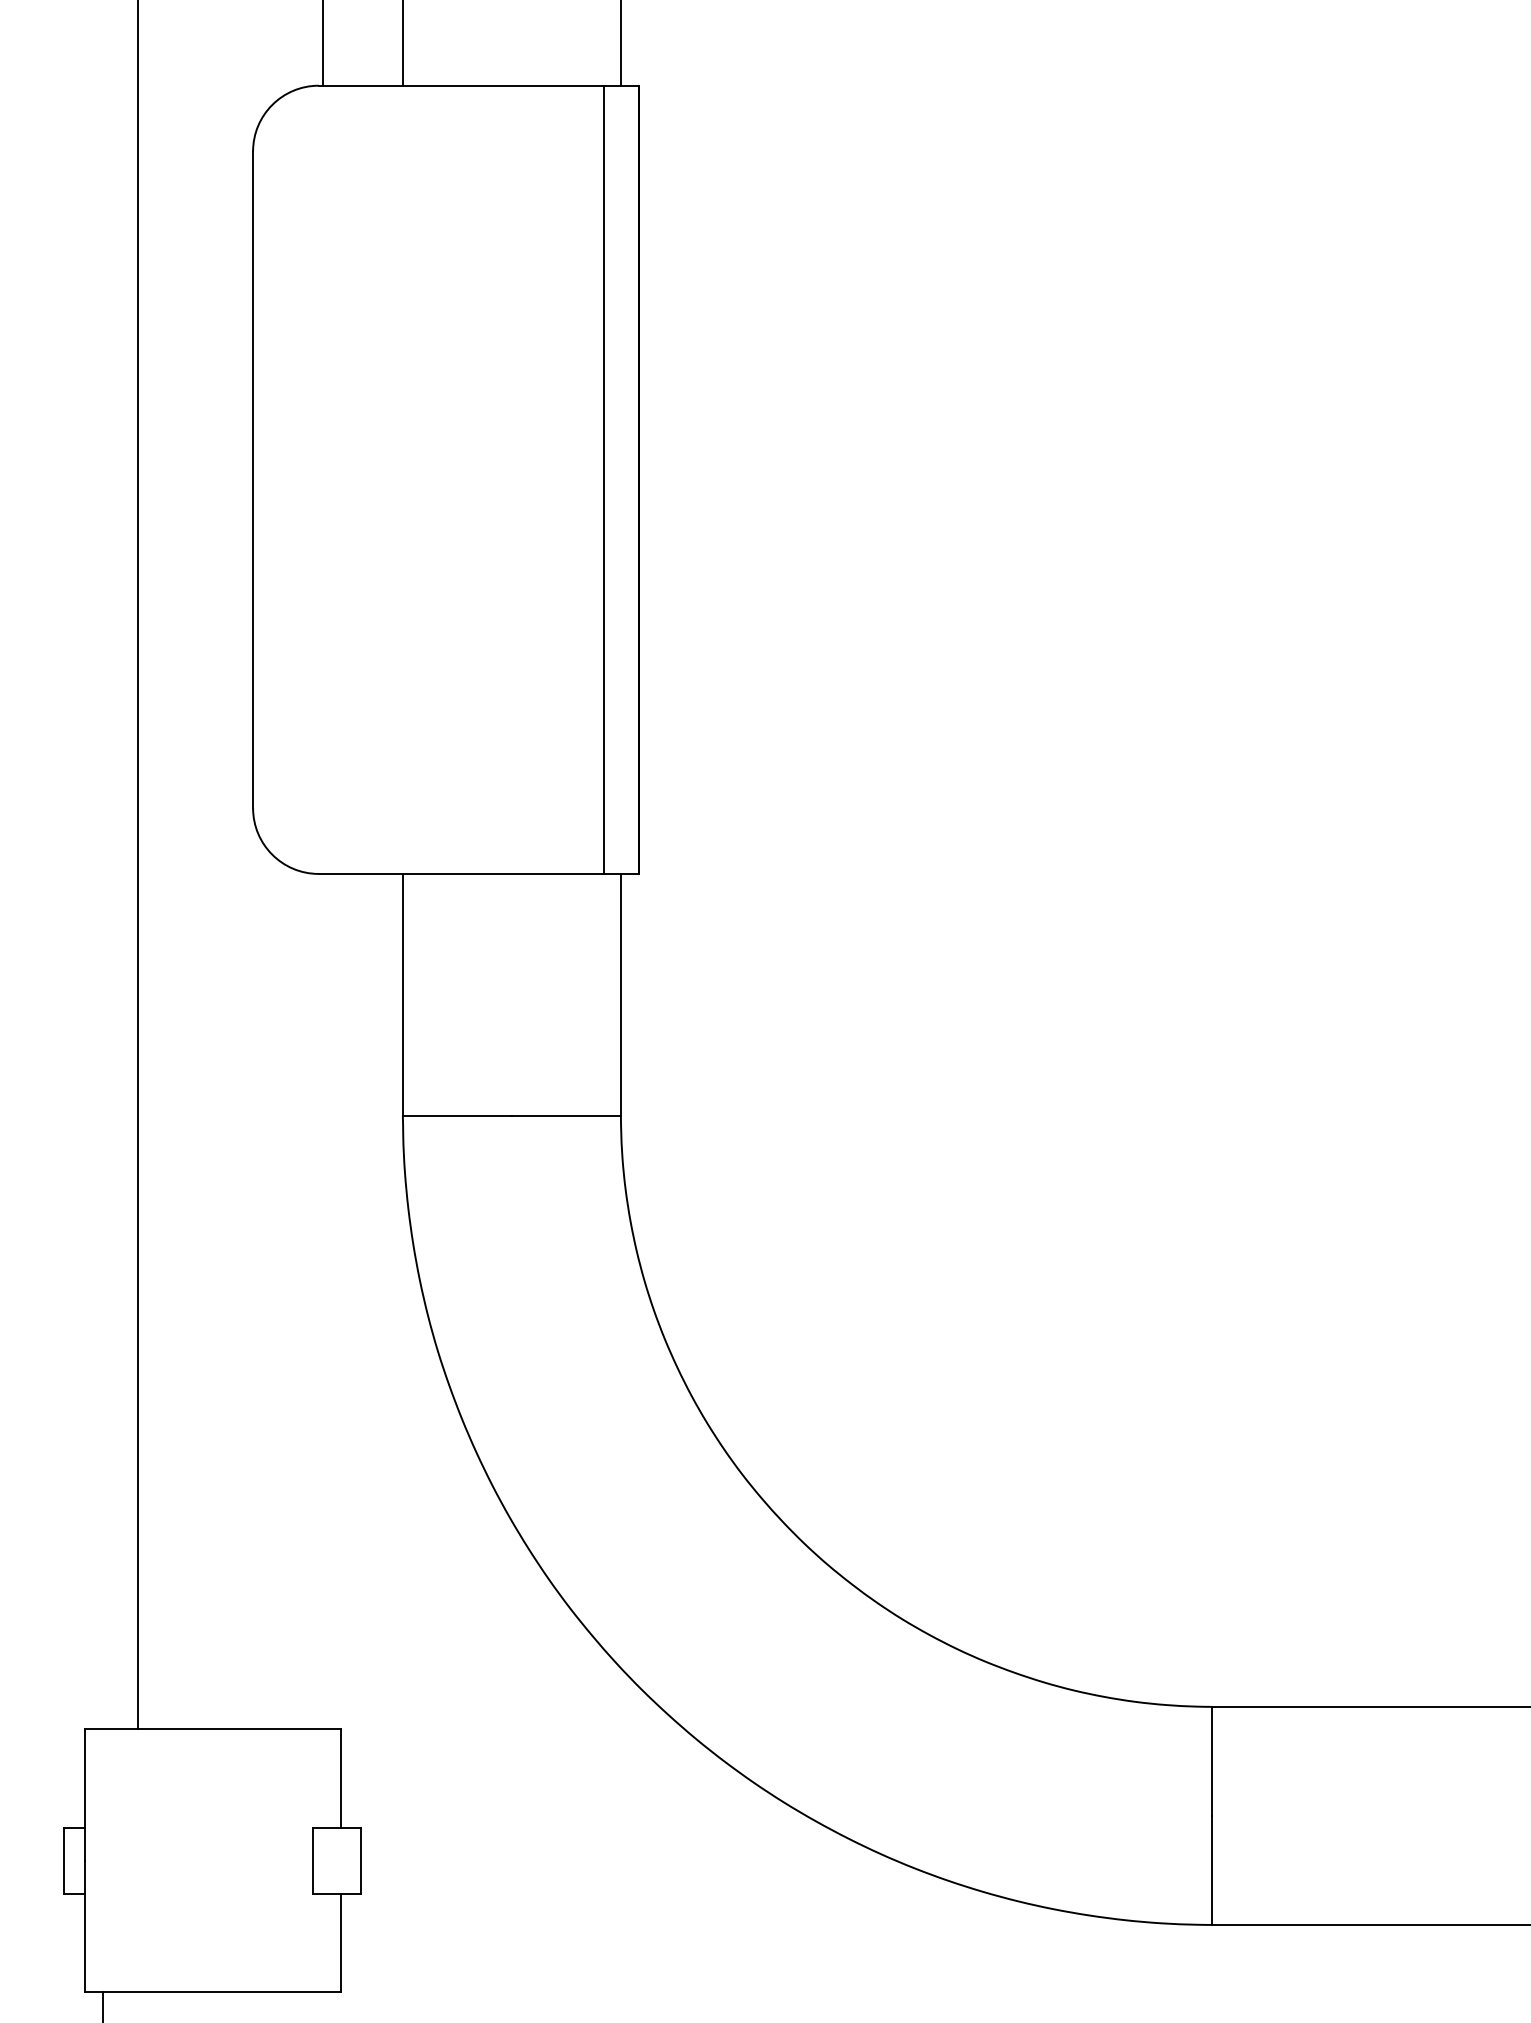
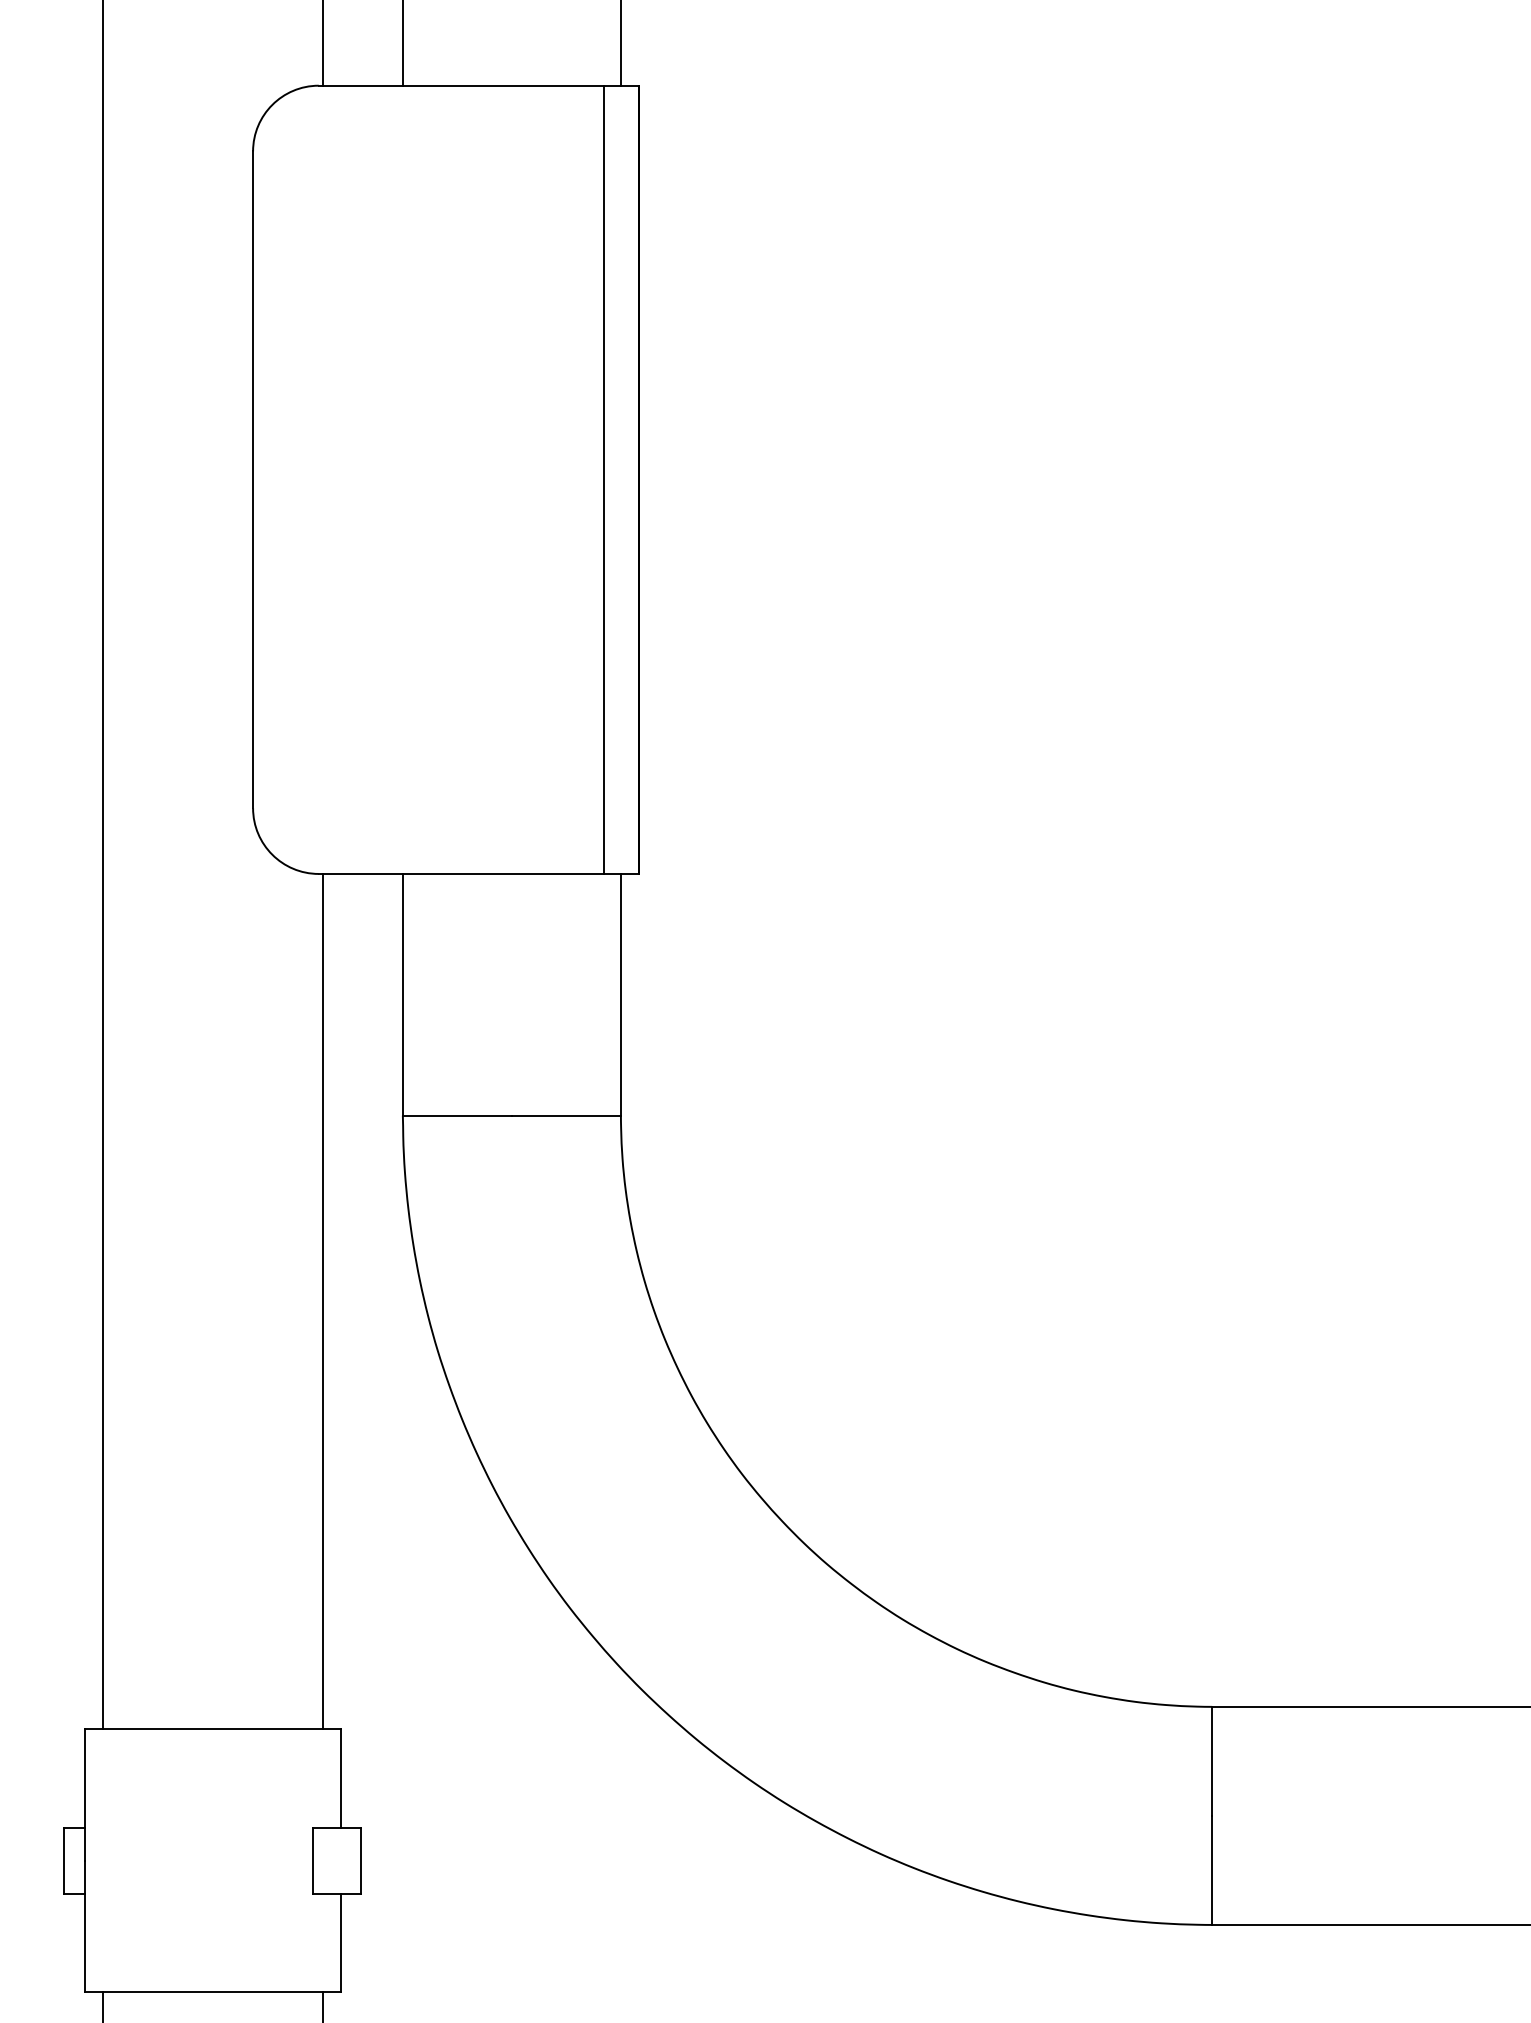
line at (138, 865) position: (138, 865) -> (103, 865)
line at (322, 1301): none -> present
line at (322, 2005): none -> present
